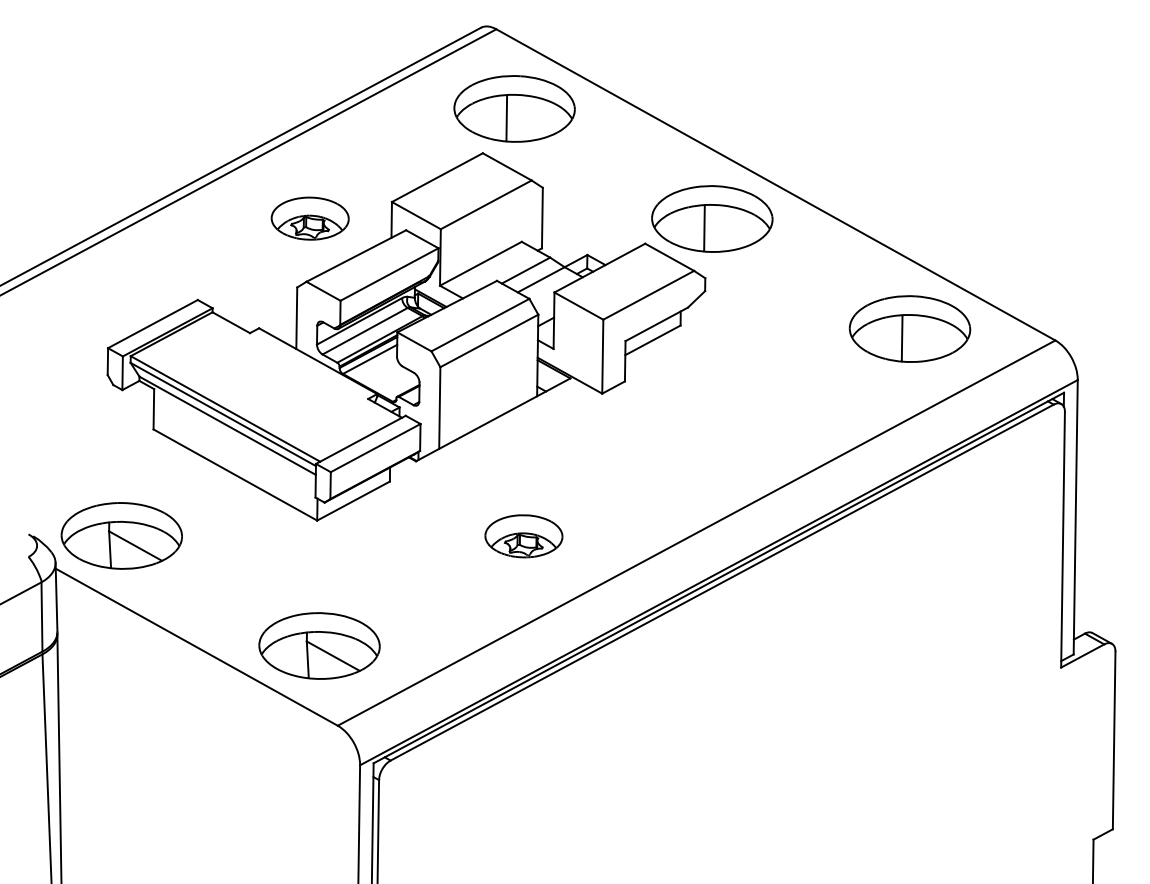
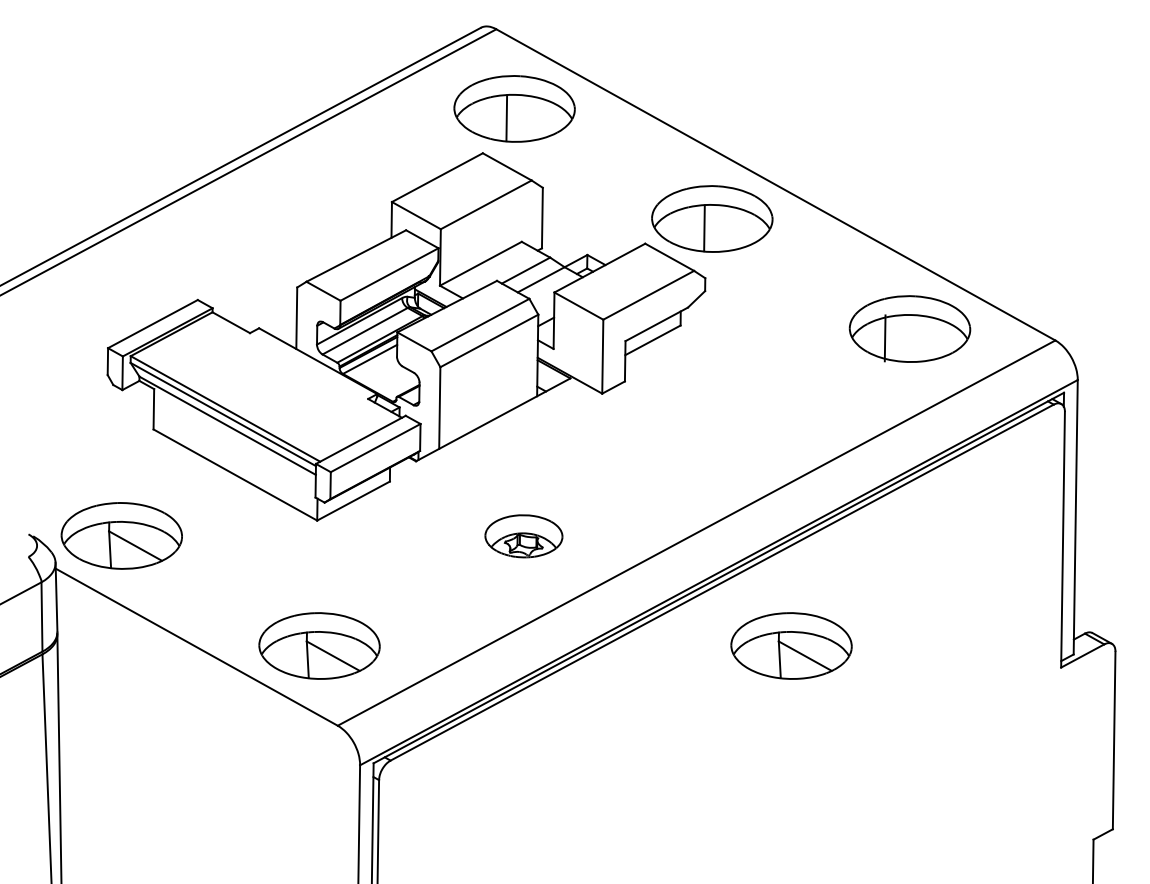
part at (309, 218): present -> none
line at (901, 338) position: (901, 338) -> (884, 338)
part at (791, 645): none -> present
